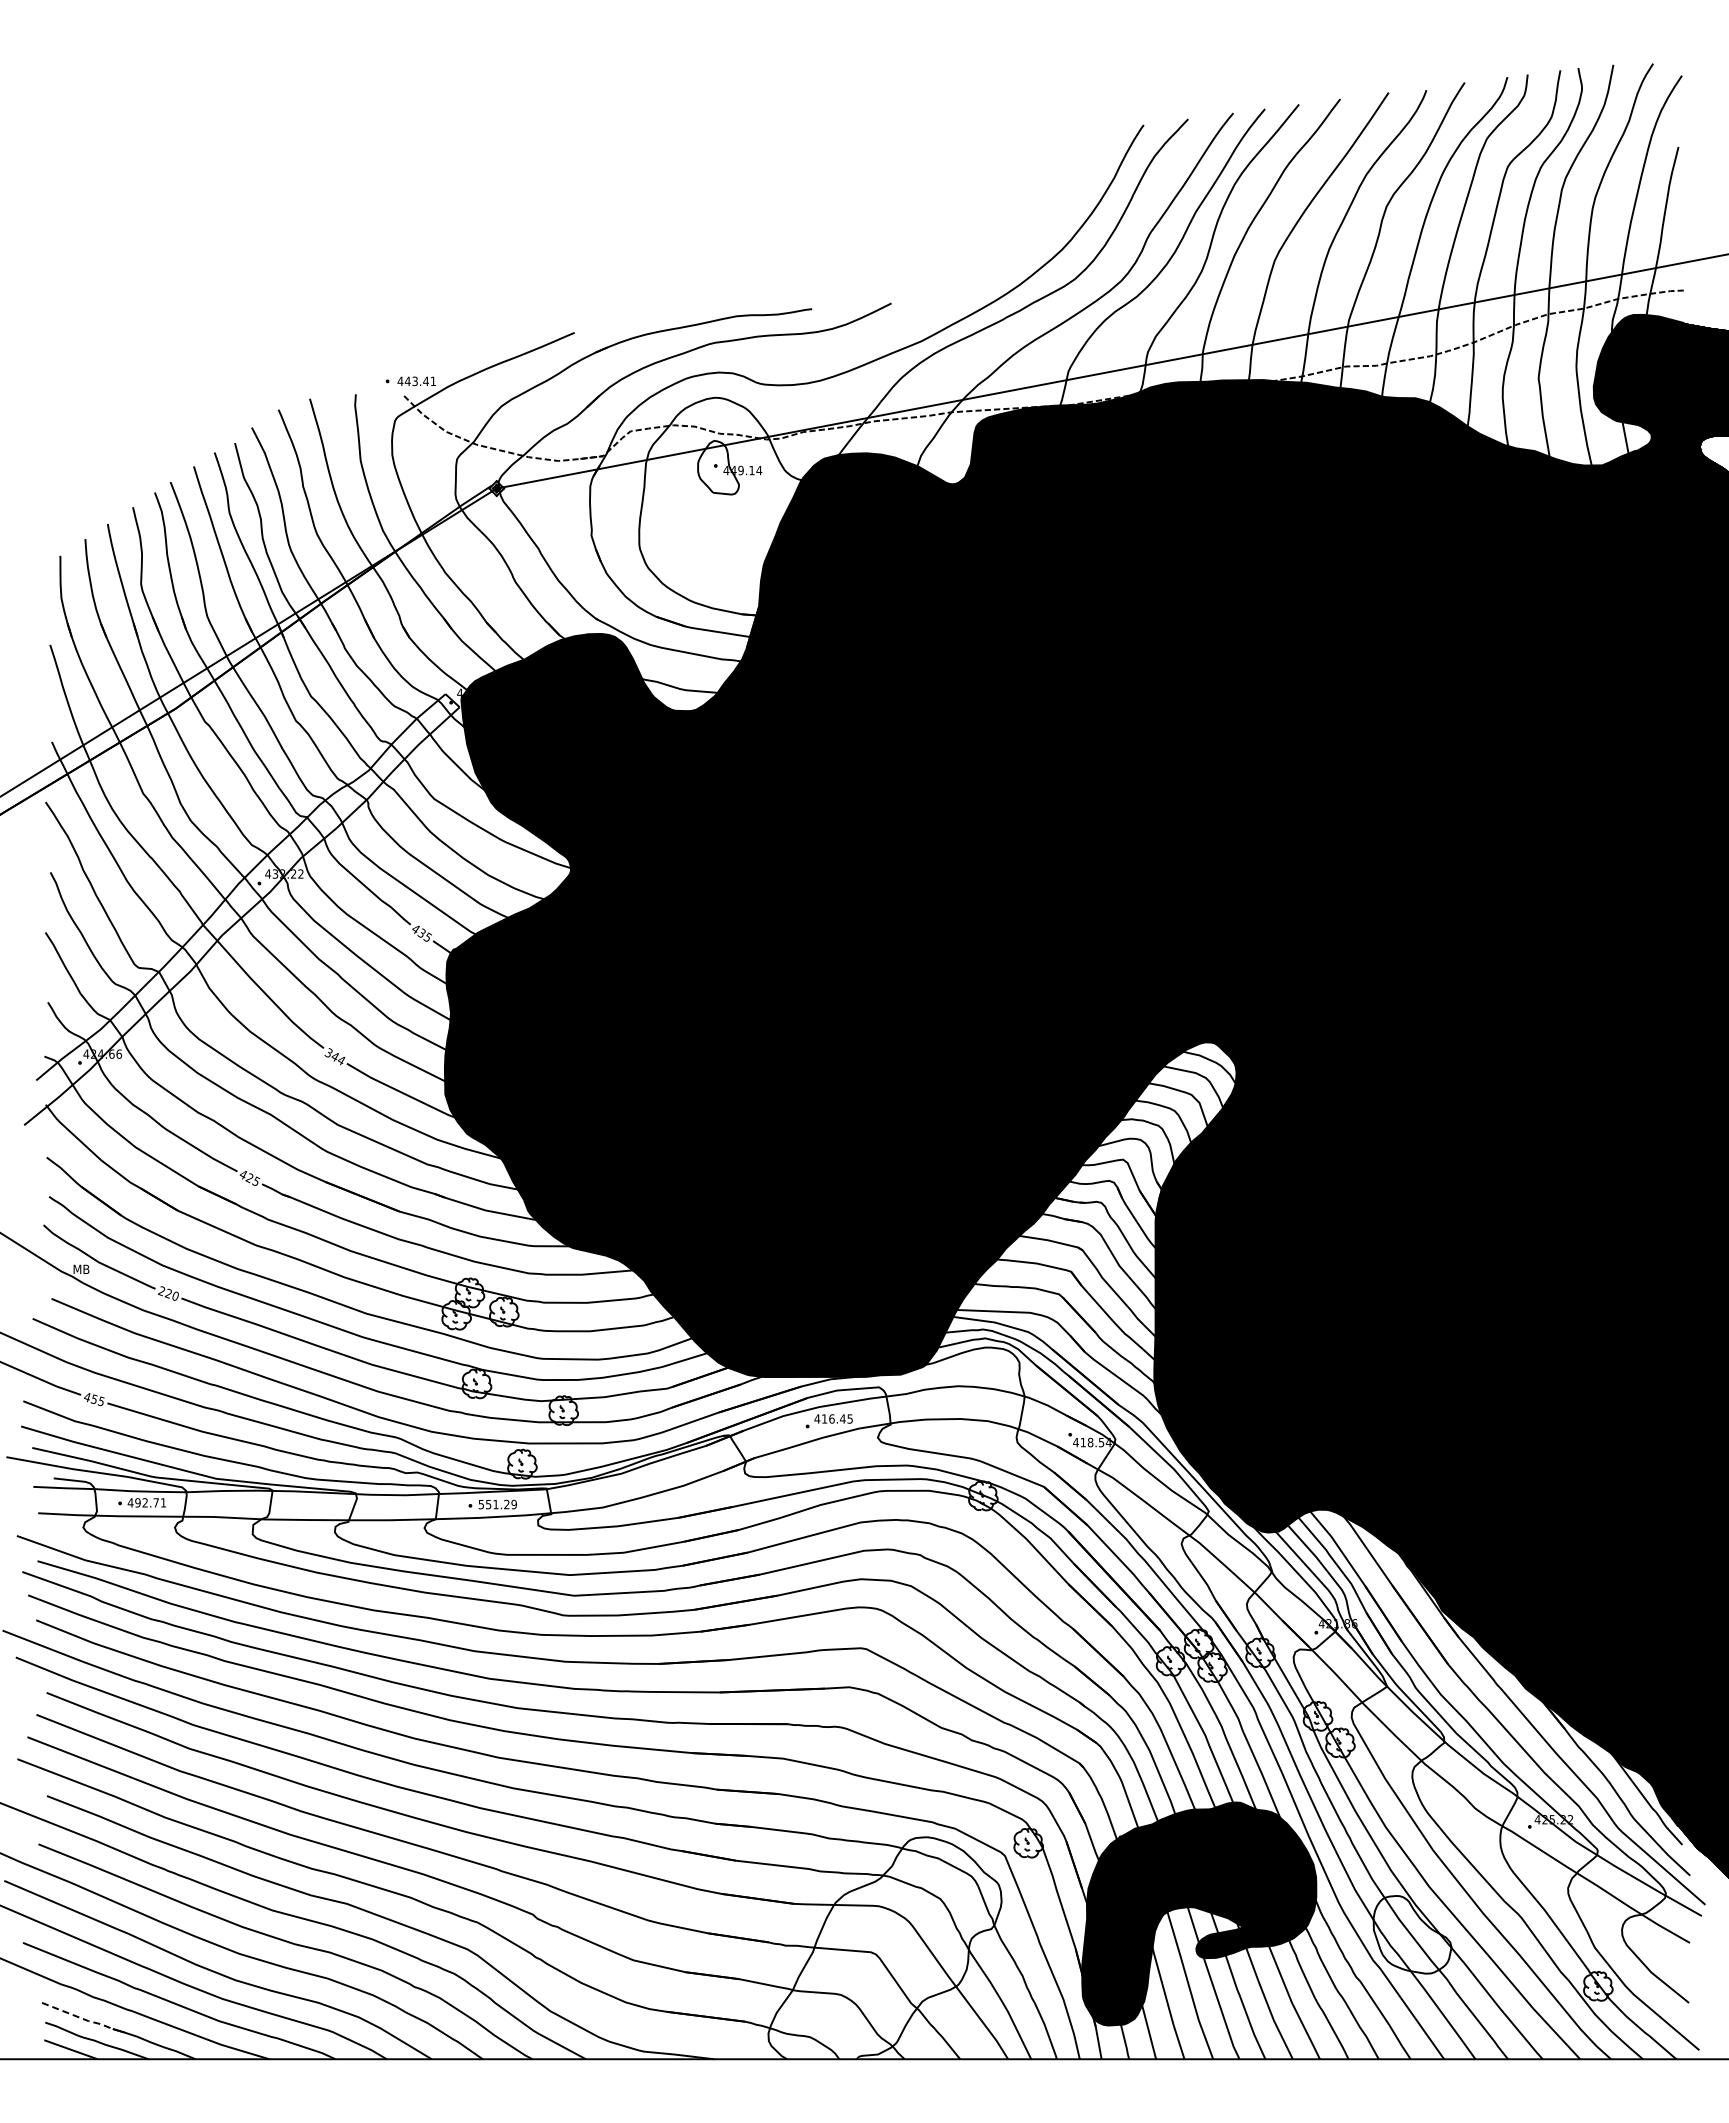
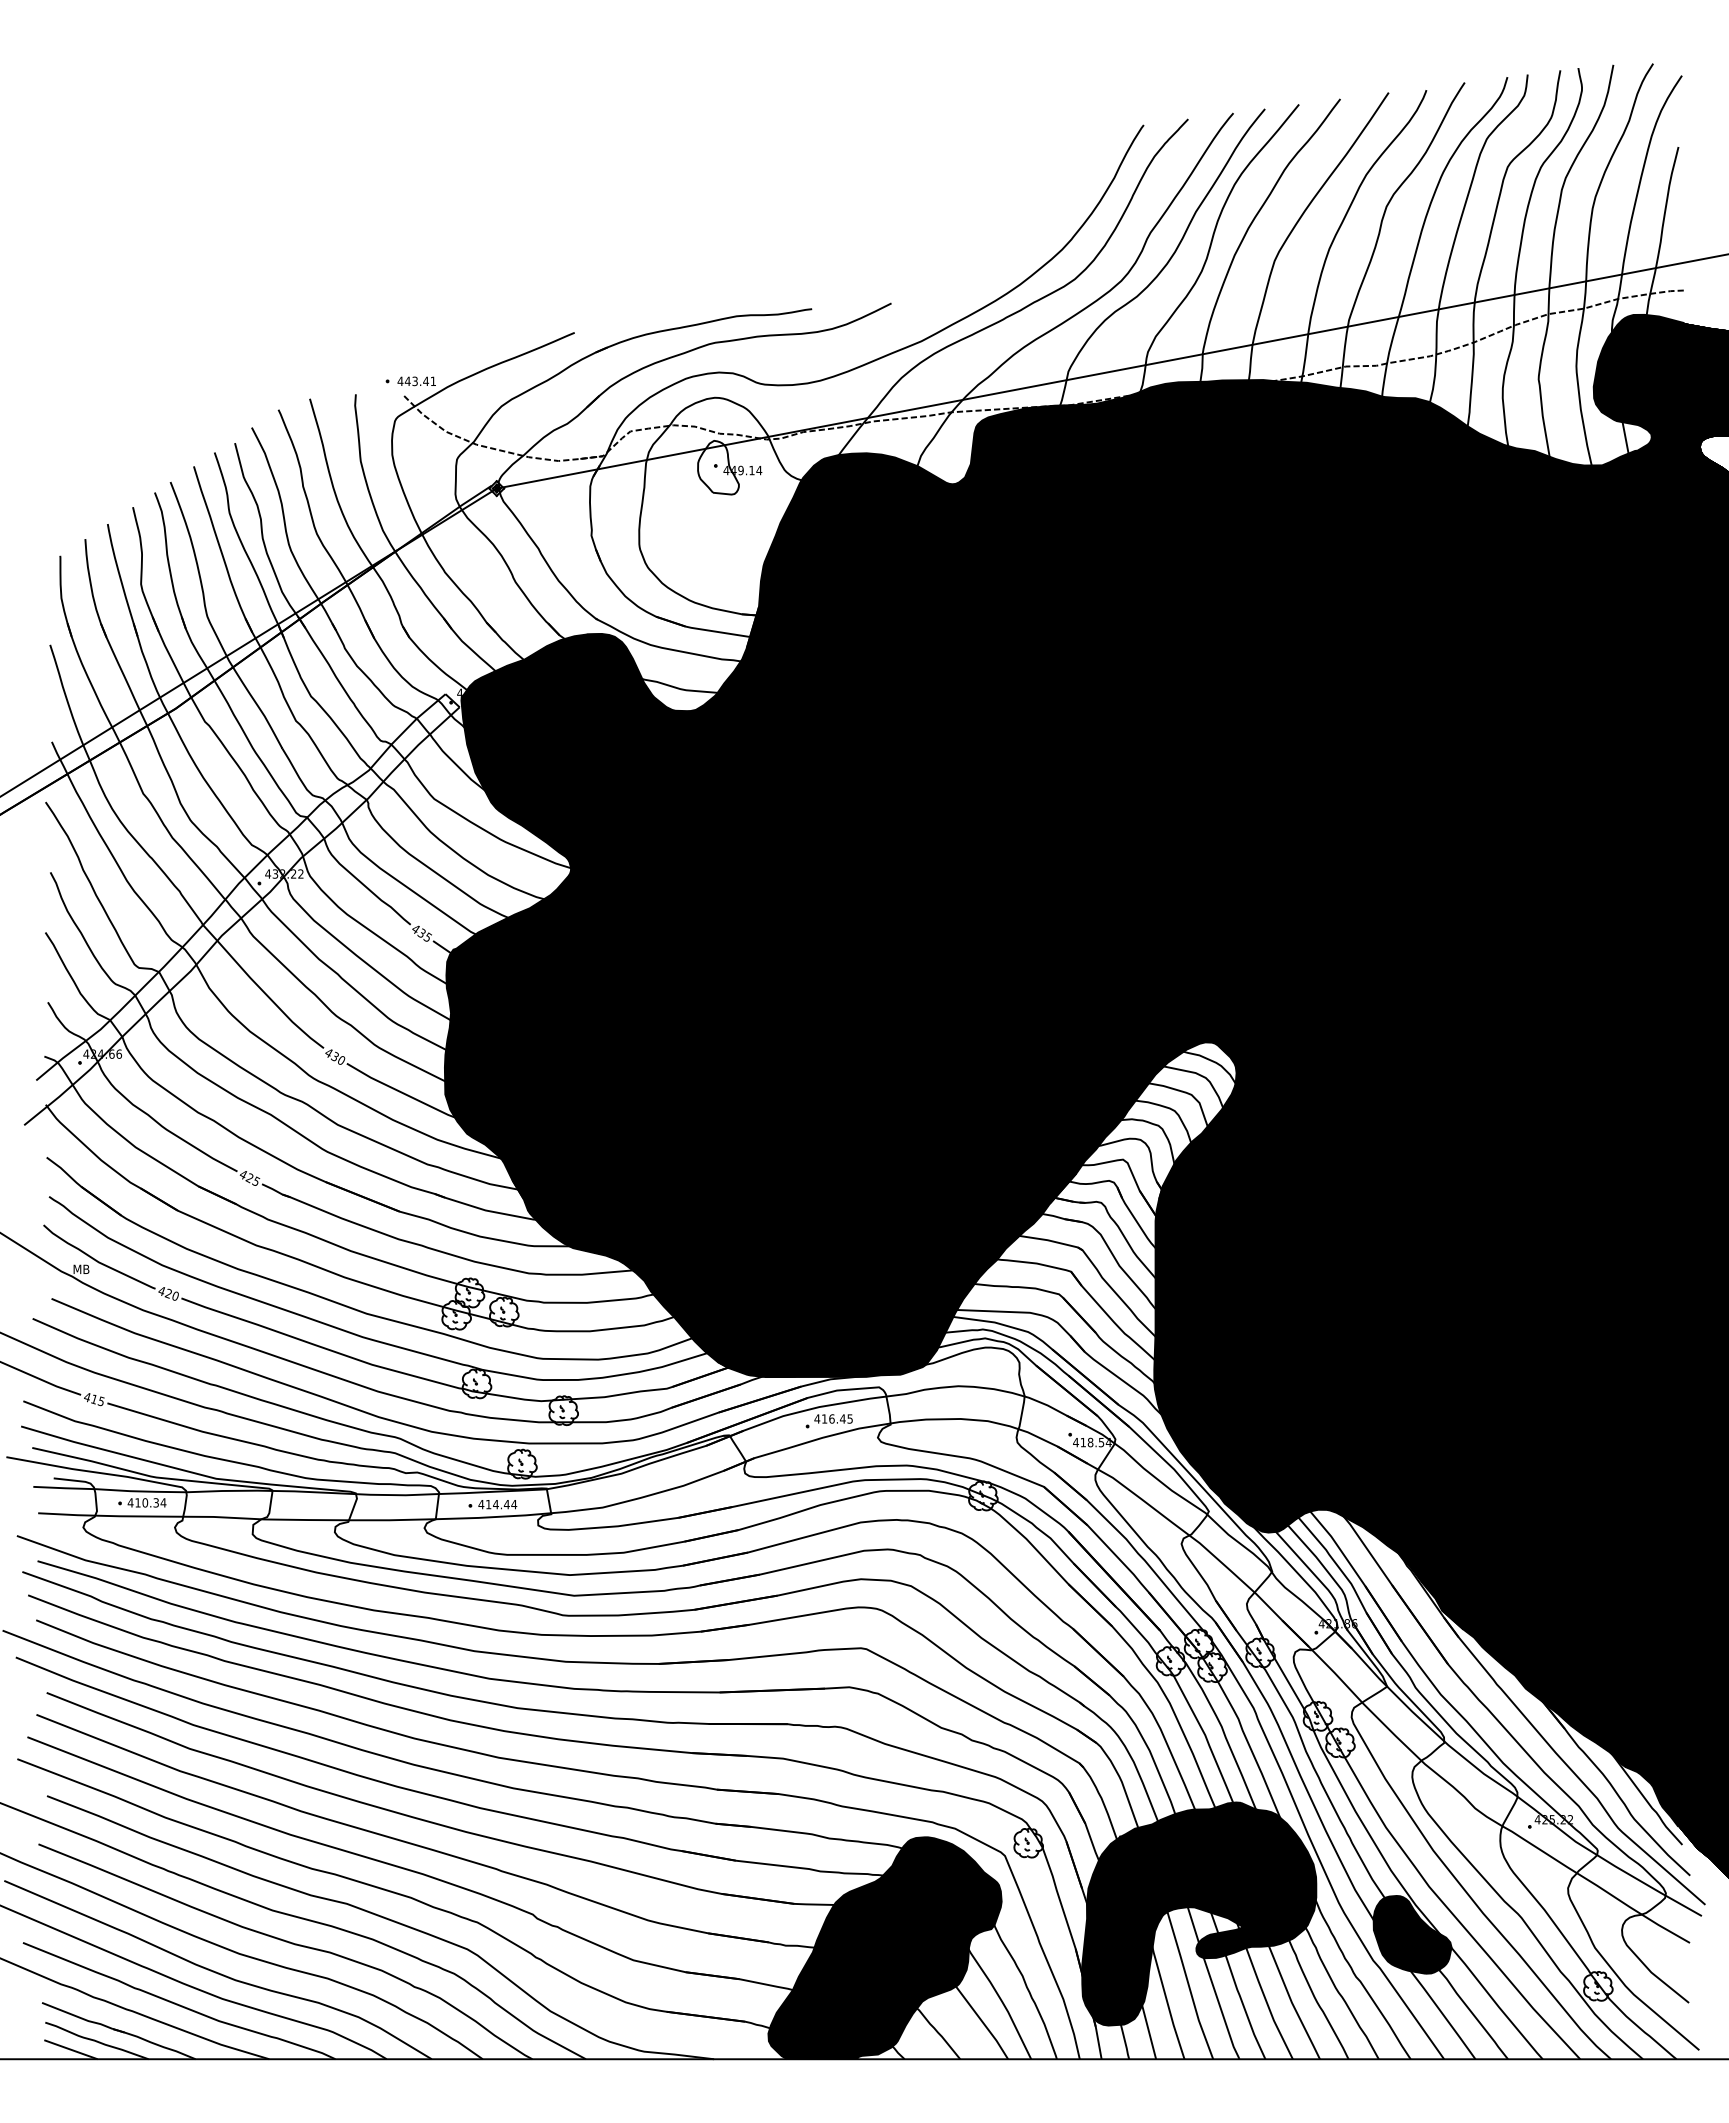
text at (334, 1056): 344 -> 430
text at (161, 1291): 220 -> 420
text at (93, 1399): 455 -> 415
text at (150, 1502): 492.71 -> 410.34
text at (497, 1504): 551.29 -> 414.44
fill at (1412, 1934): none -> present
fill at (884, 1948): none -> present
line at (79, 2017): dashed -> solid
